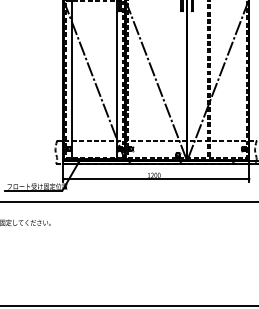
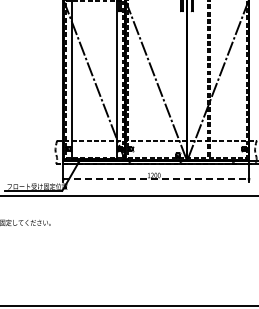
line at (156, 179): solid -> dashed
line at (128, 202) position: (128, 202) -> (128, 196)
